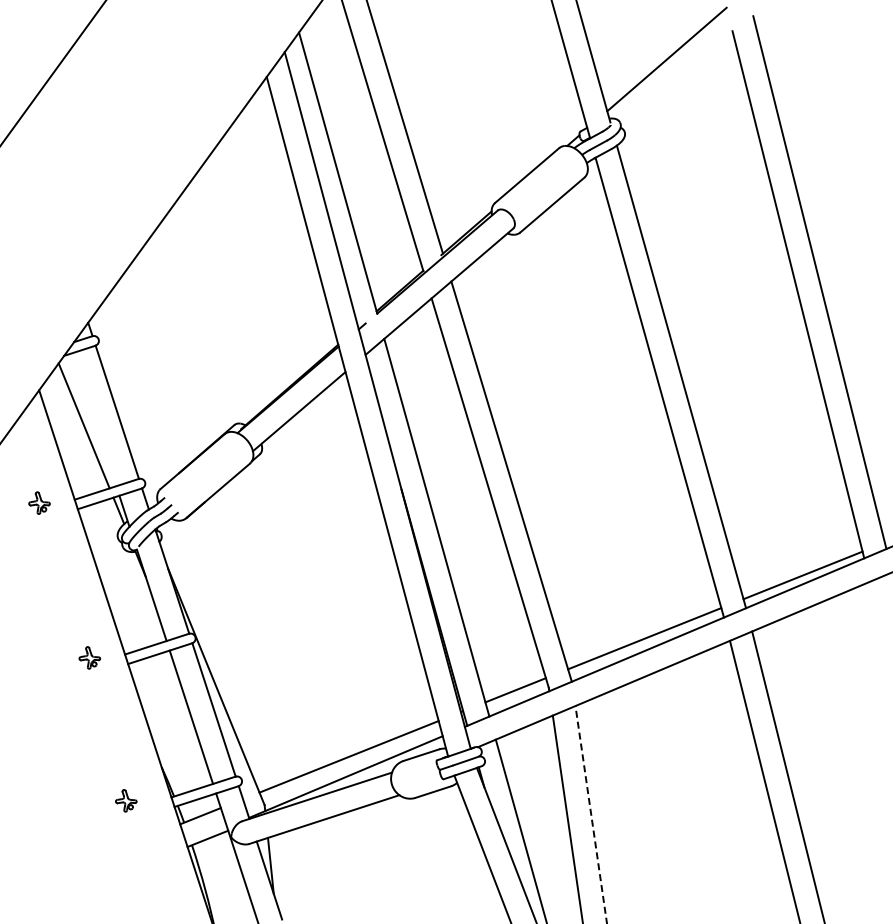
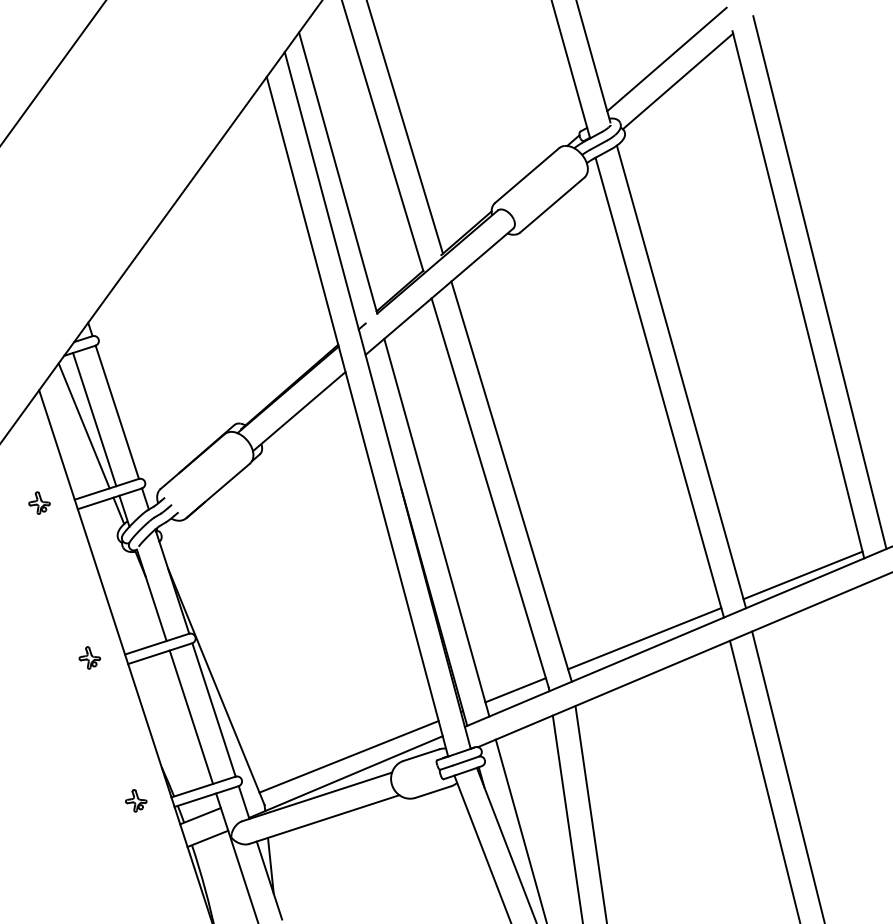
line at (677, 81): none -> present
line at (94, 419): none -> present
part at (126, 800) position: (126, 800) -> (136, 800)
line at (591, 814): dashed -> solid
